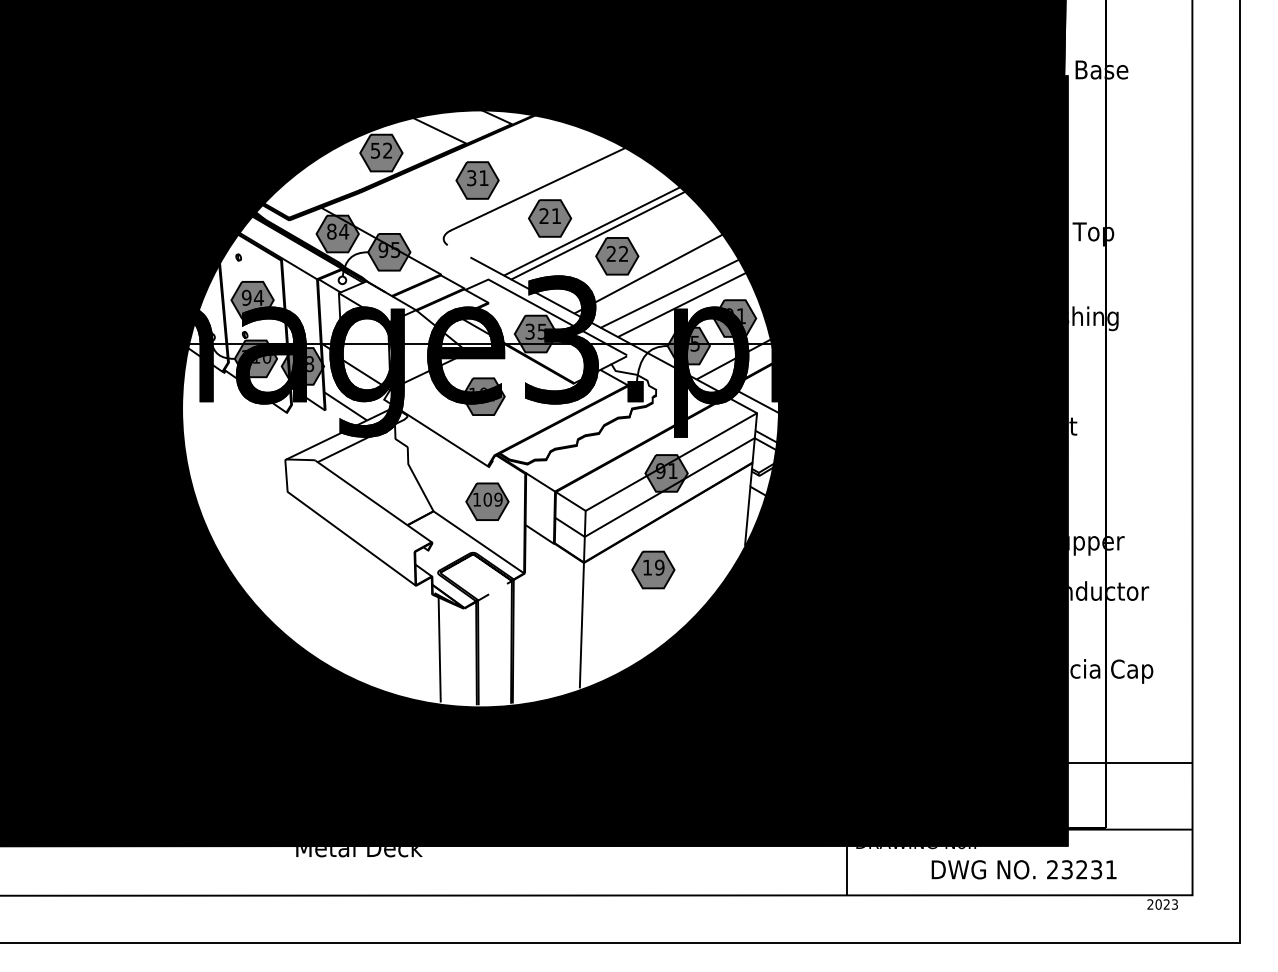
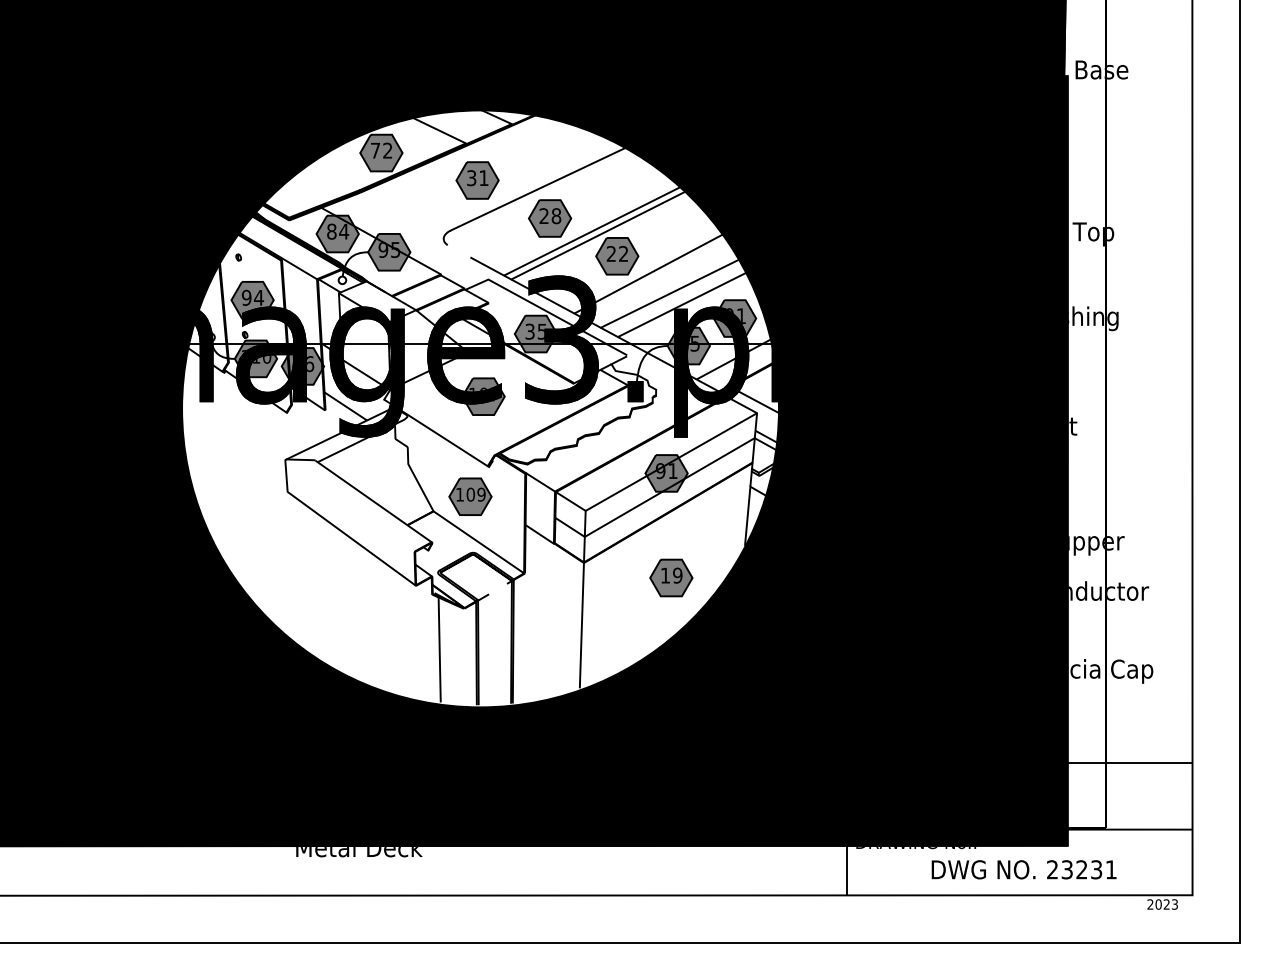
text at (375, 150): 52 -> 72
text at (556, 216): 21 -> 28
text at (310, 363): 38 -> 36
part at (487, 501) position: (487, 501) -> (470, 496)
part at (653, 569) position: (653, 569) -> (671, 577)
